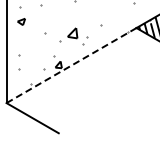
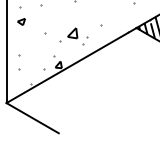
line at (71, 65): dashed -> solid
